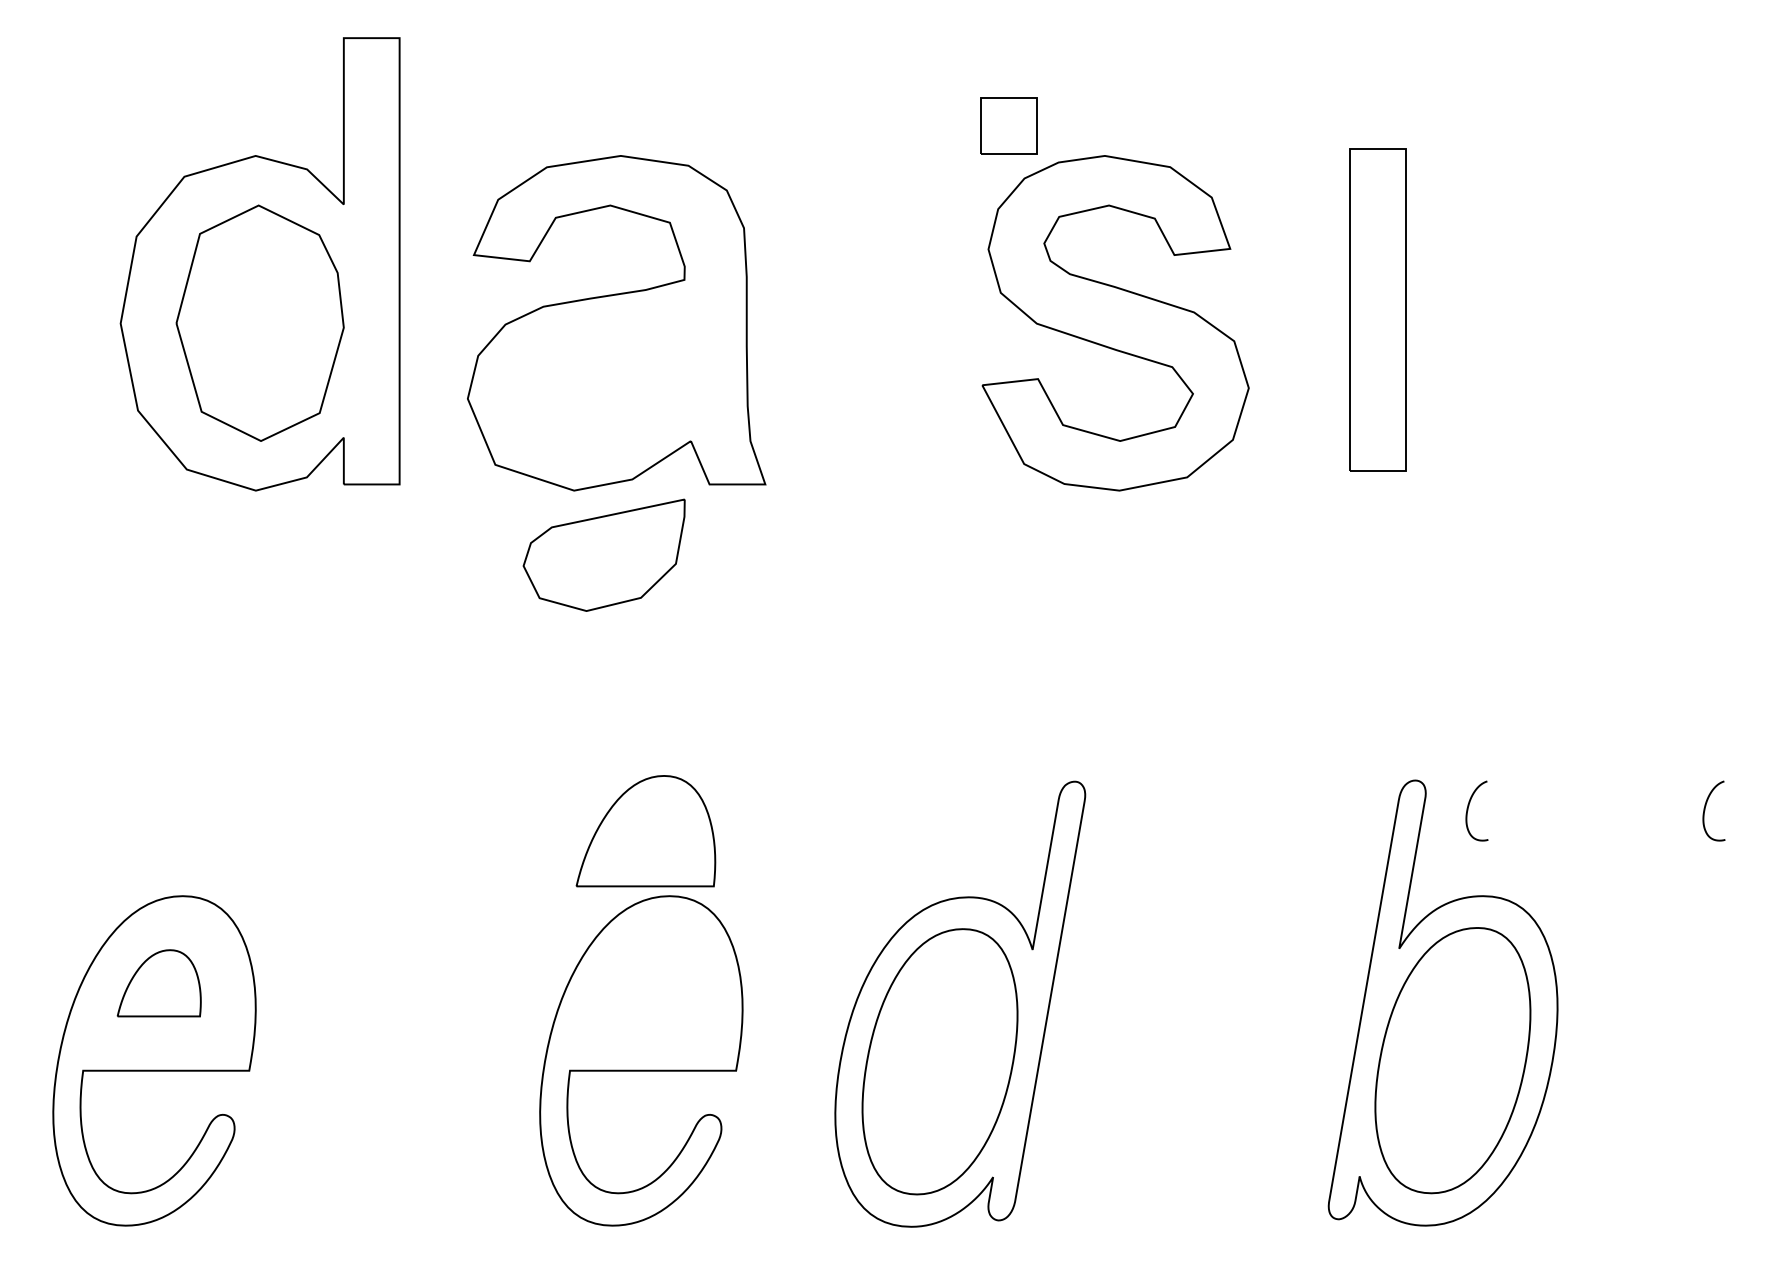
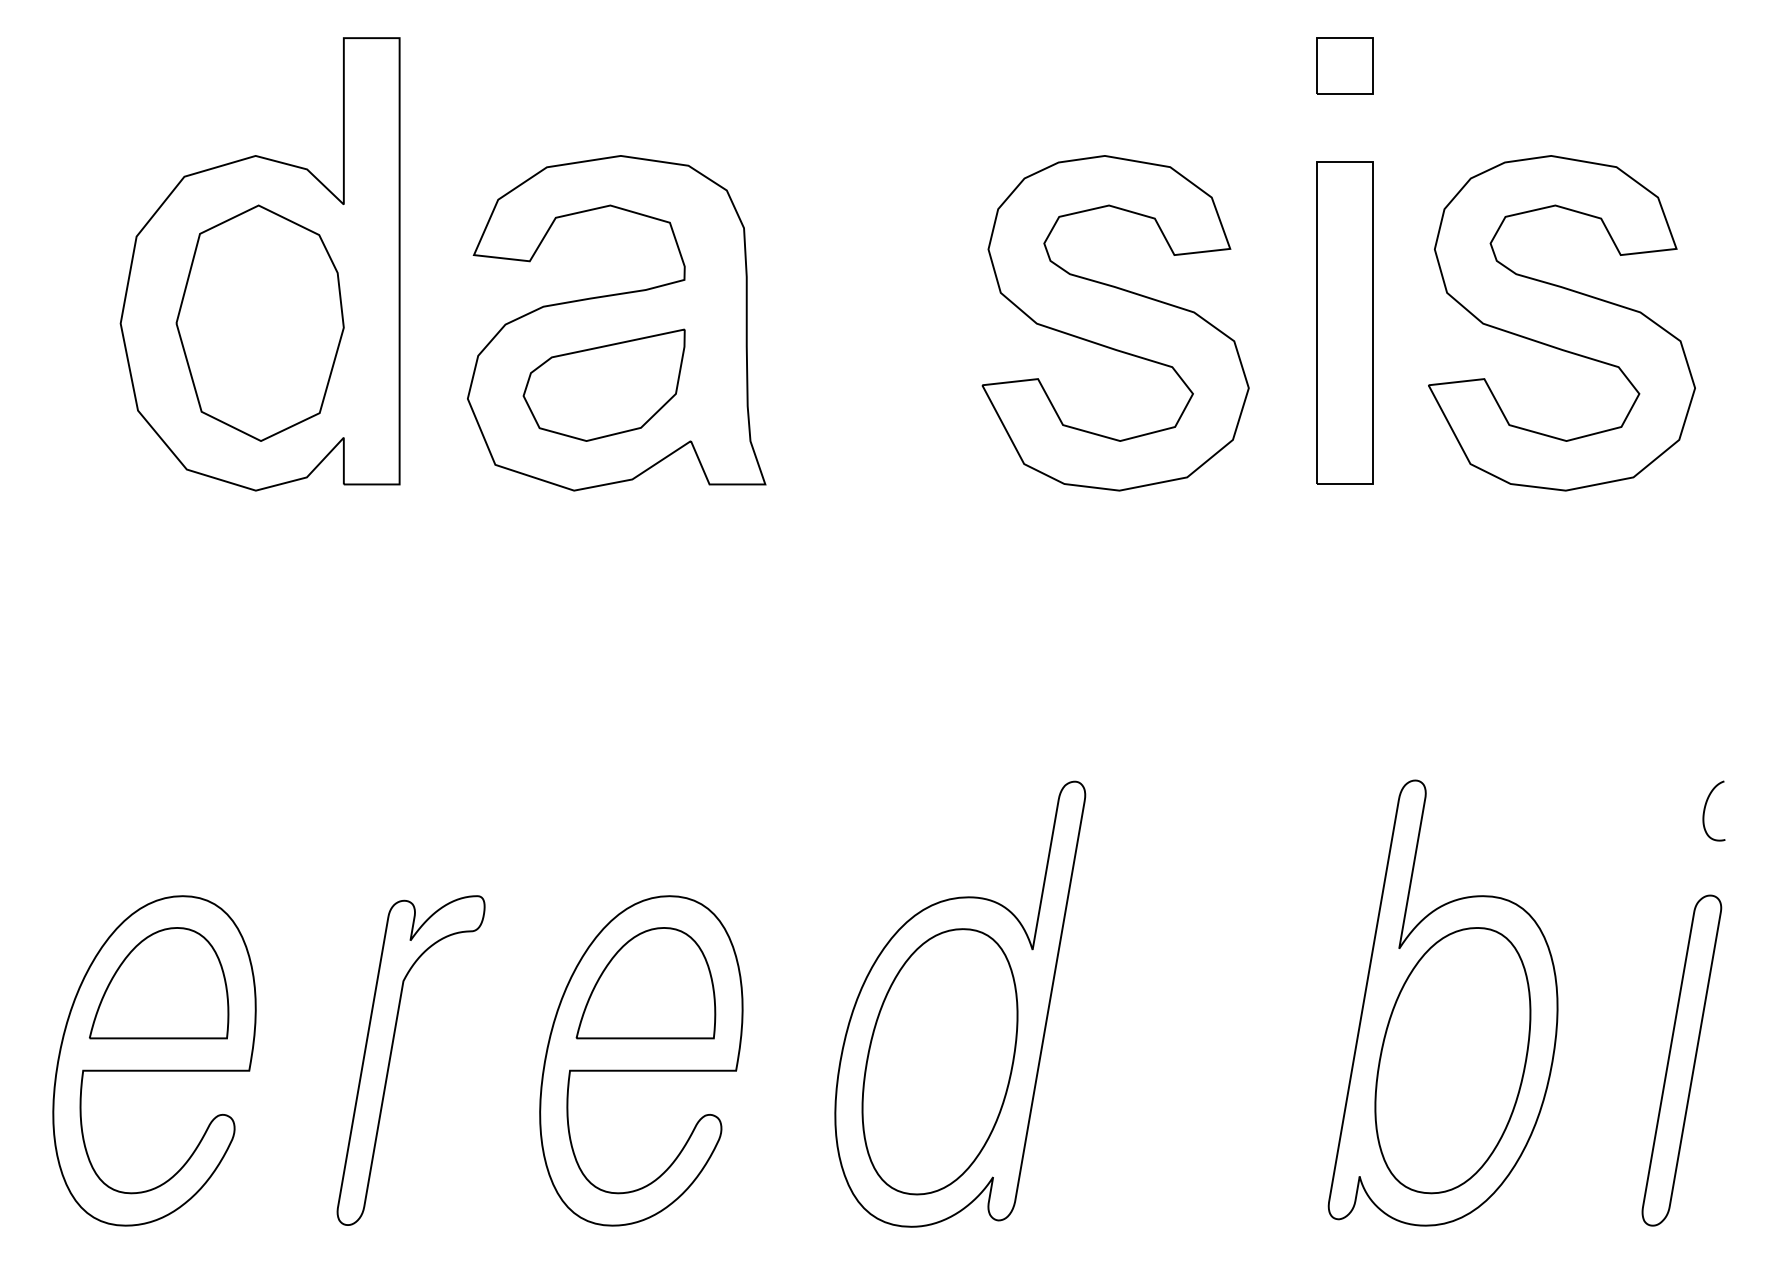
part at (1008, 125) position: (1008, 125) -> (1344, 65)
part at (1377, 309) position: (1377, 309) -> (1344, 322)
part at (1561, 323): none -> present
part at (603, 554) position: (603, 554) -> (603, 384)
curve at (1468, 810): present -> none
part at (645, 831) position: (645, 831) -> (645, 983)
part at (158, 983) size: 86x69 px -> 141x113 px
part at (391, 1057): none -> present
part at (1681, 1060): none -> present
